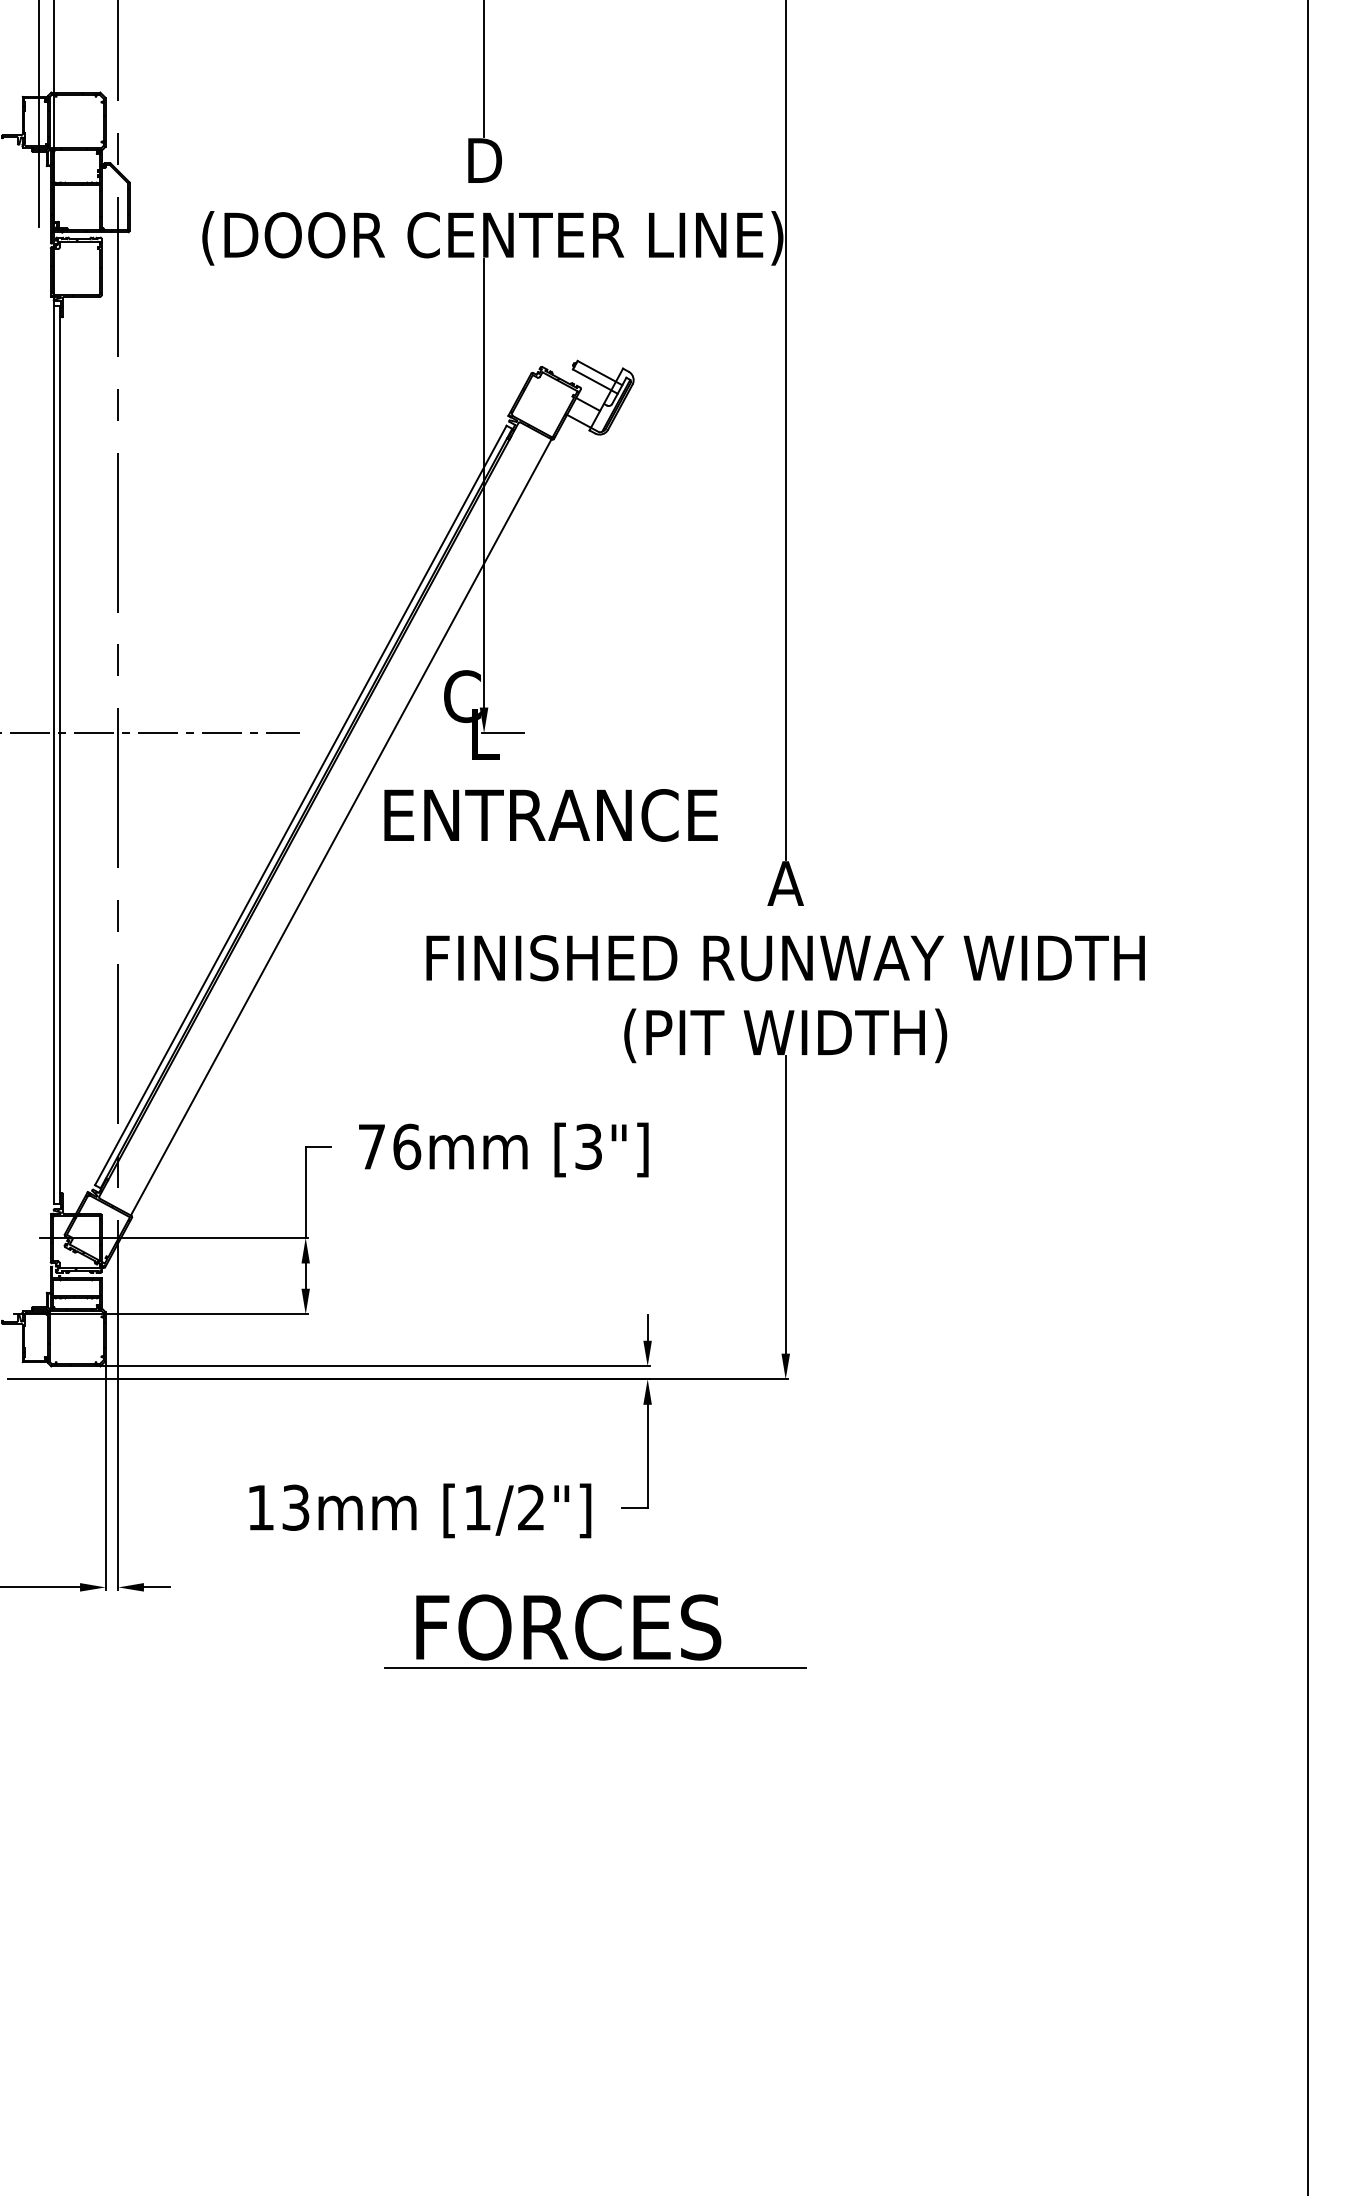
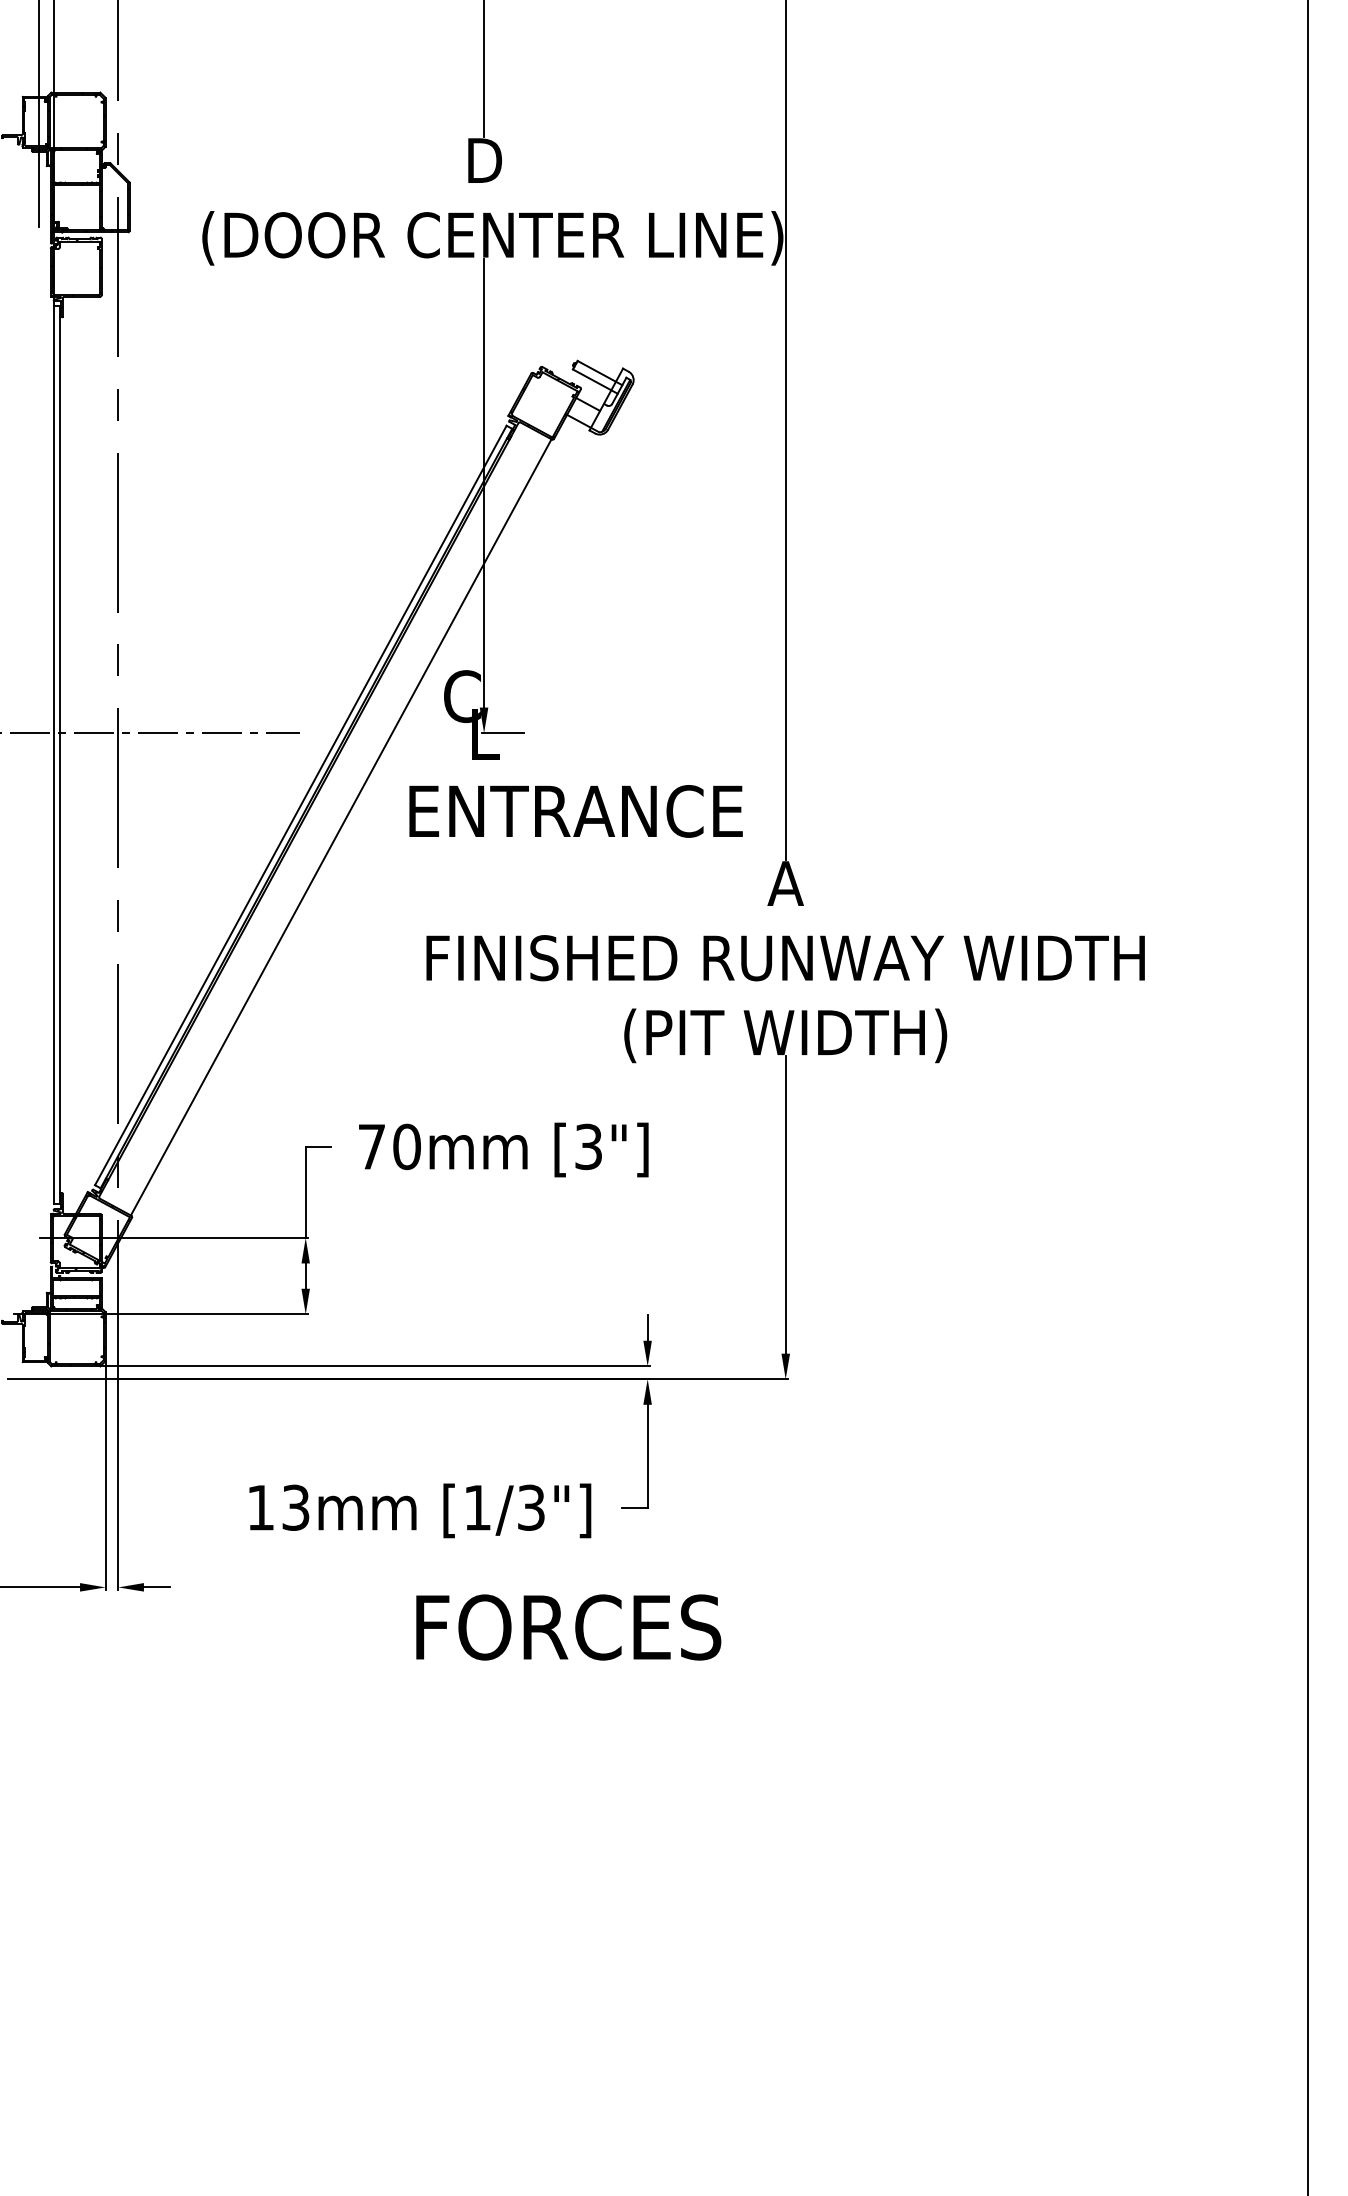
text at (550, 815) position: (550, 815) -> (575, 811)
text at (407, 1146): 76mm -> 70mm
text at (531, 1507): [1/2"] -> [1/3"]
line at (595, 1667): present -> none
